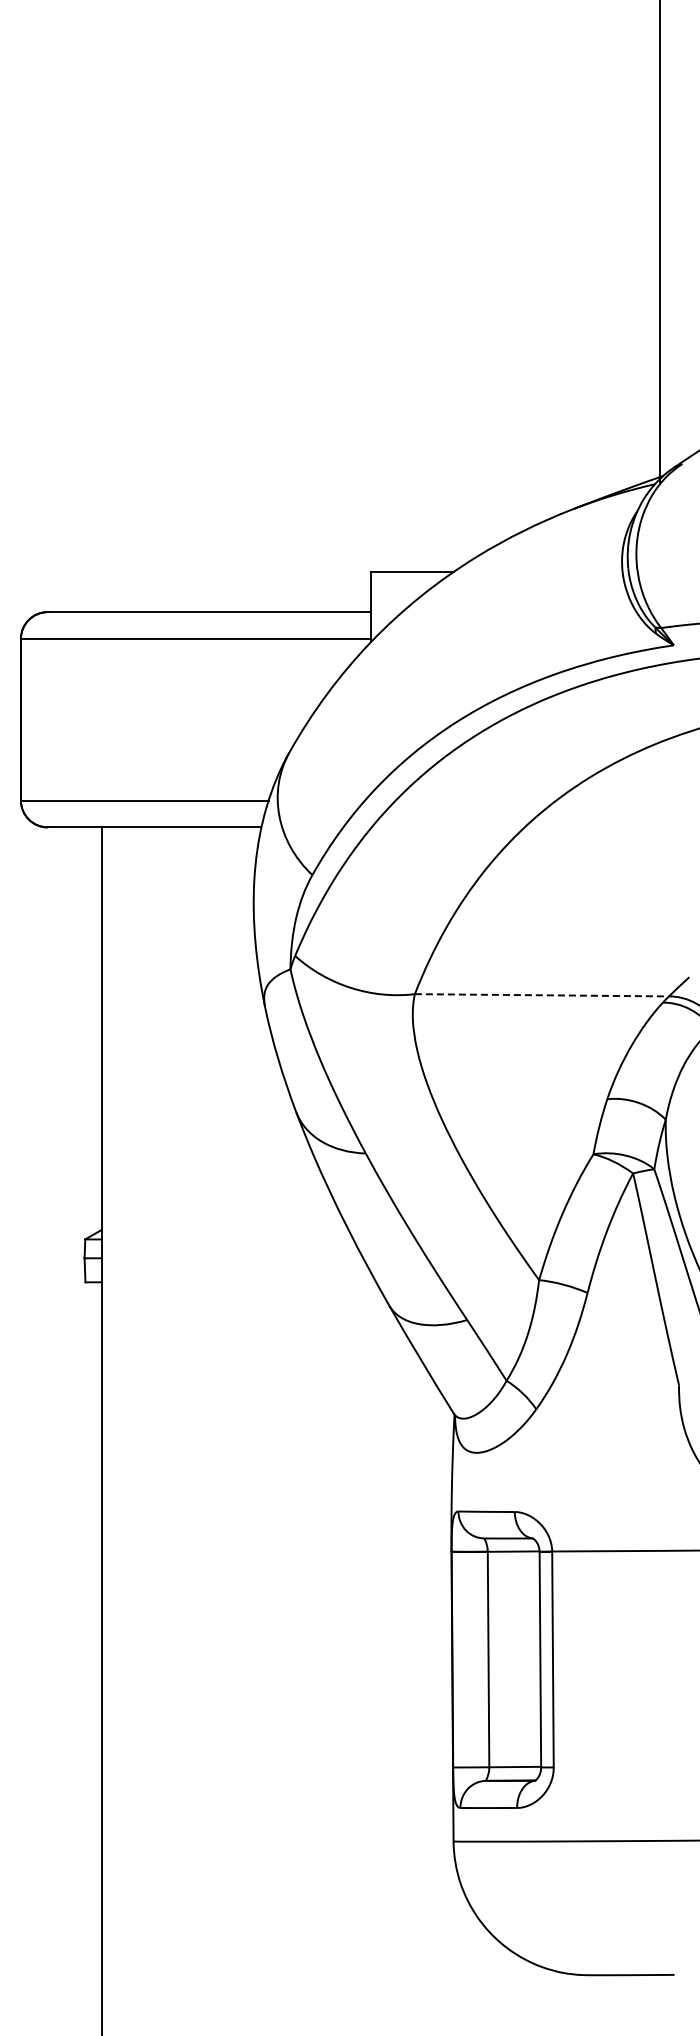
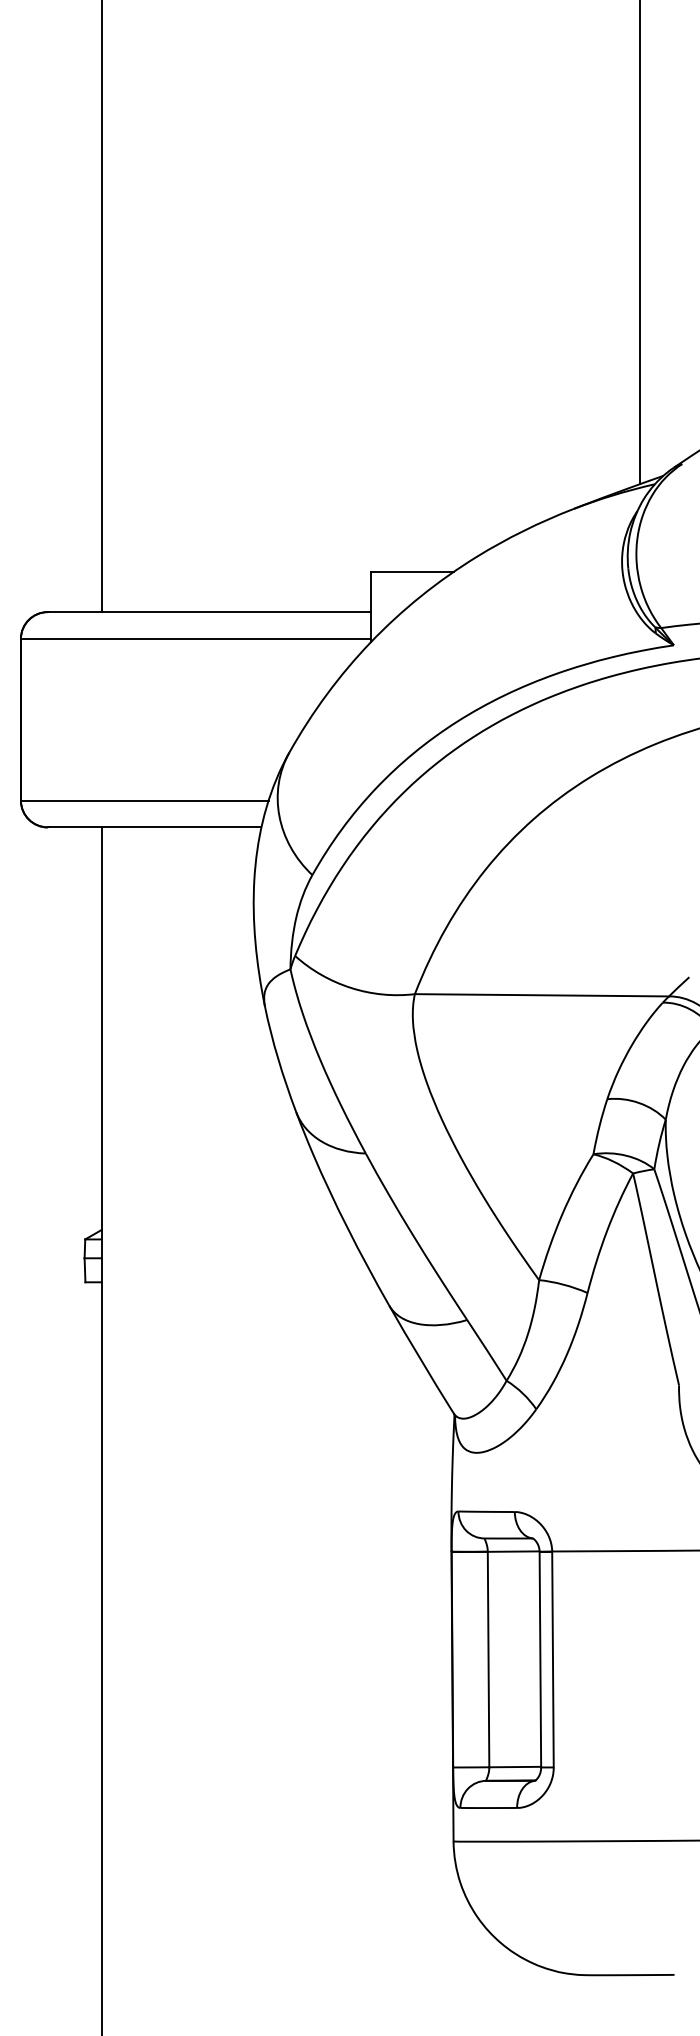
line at (660, 243) position: (660, 243) -> (640, 243)
line at (101, 307): none -> present
line at (542, 995): dashed -> solid
